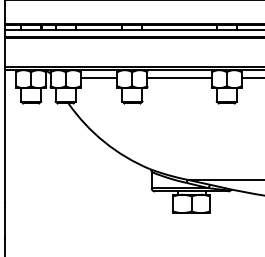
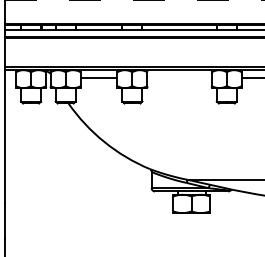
line at (134, 0): solid -> dashed
line at (179, 77): present -> none
